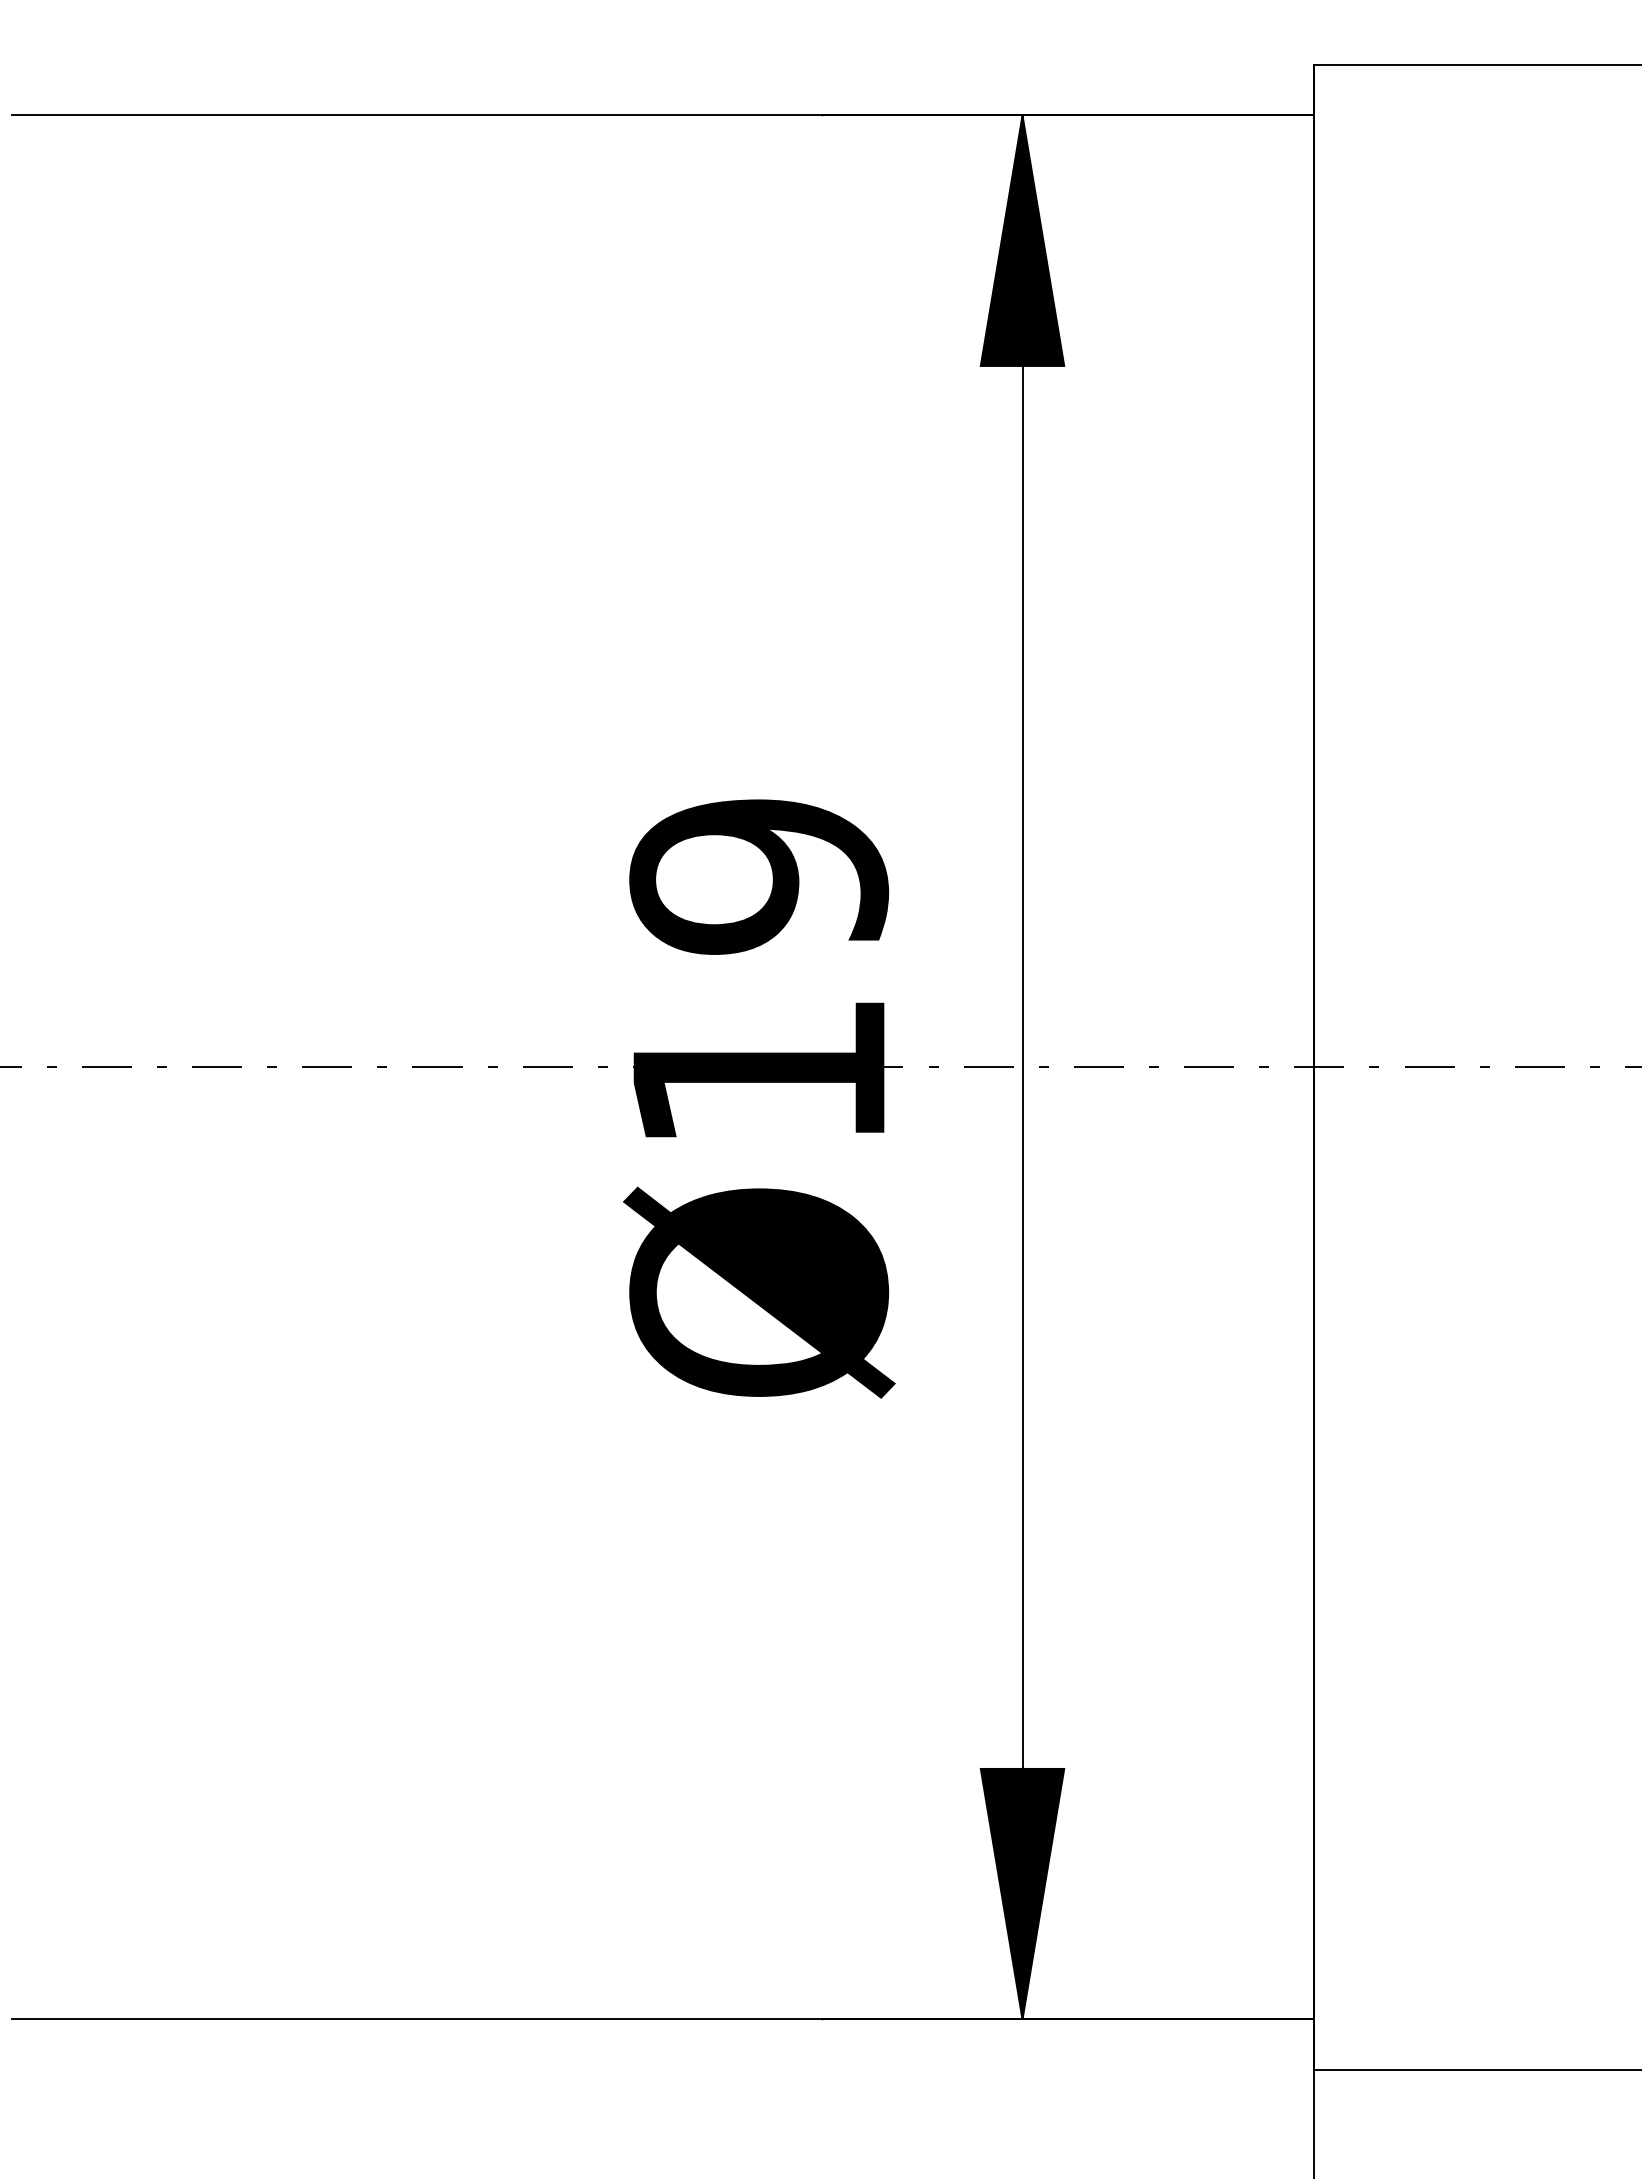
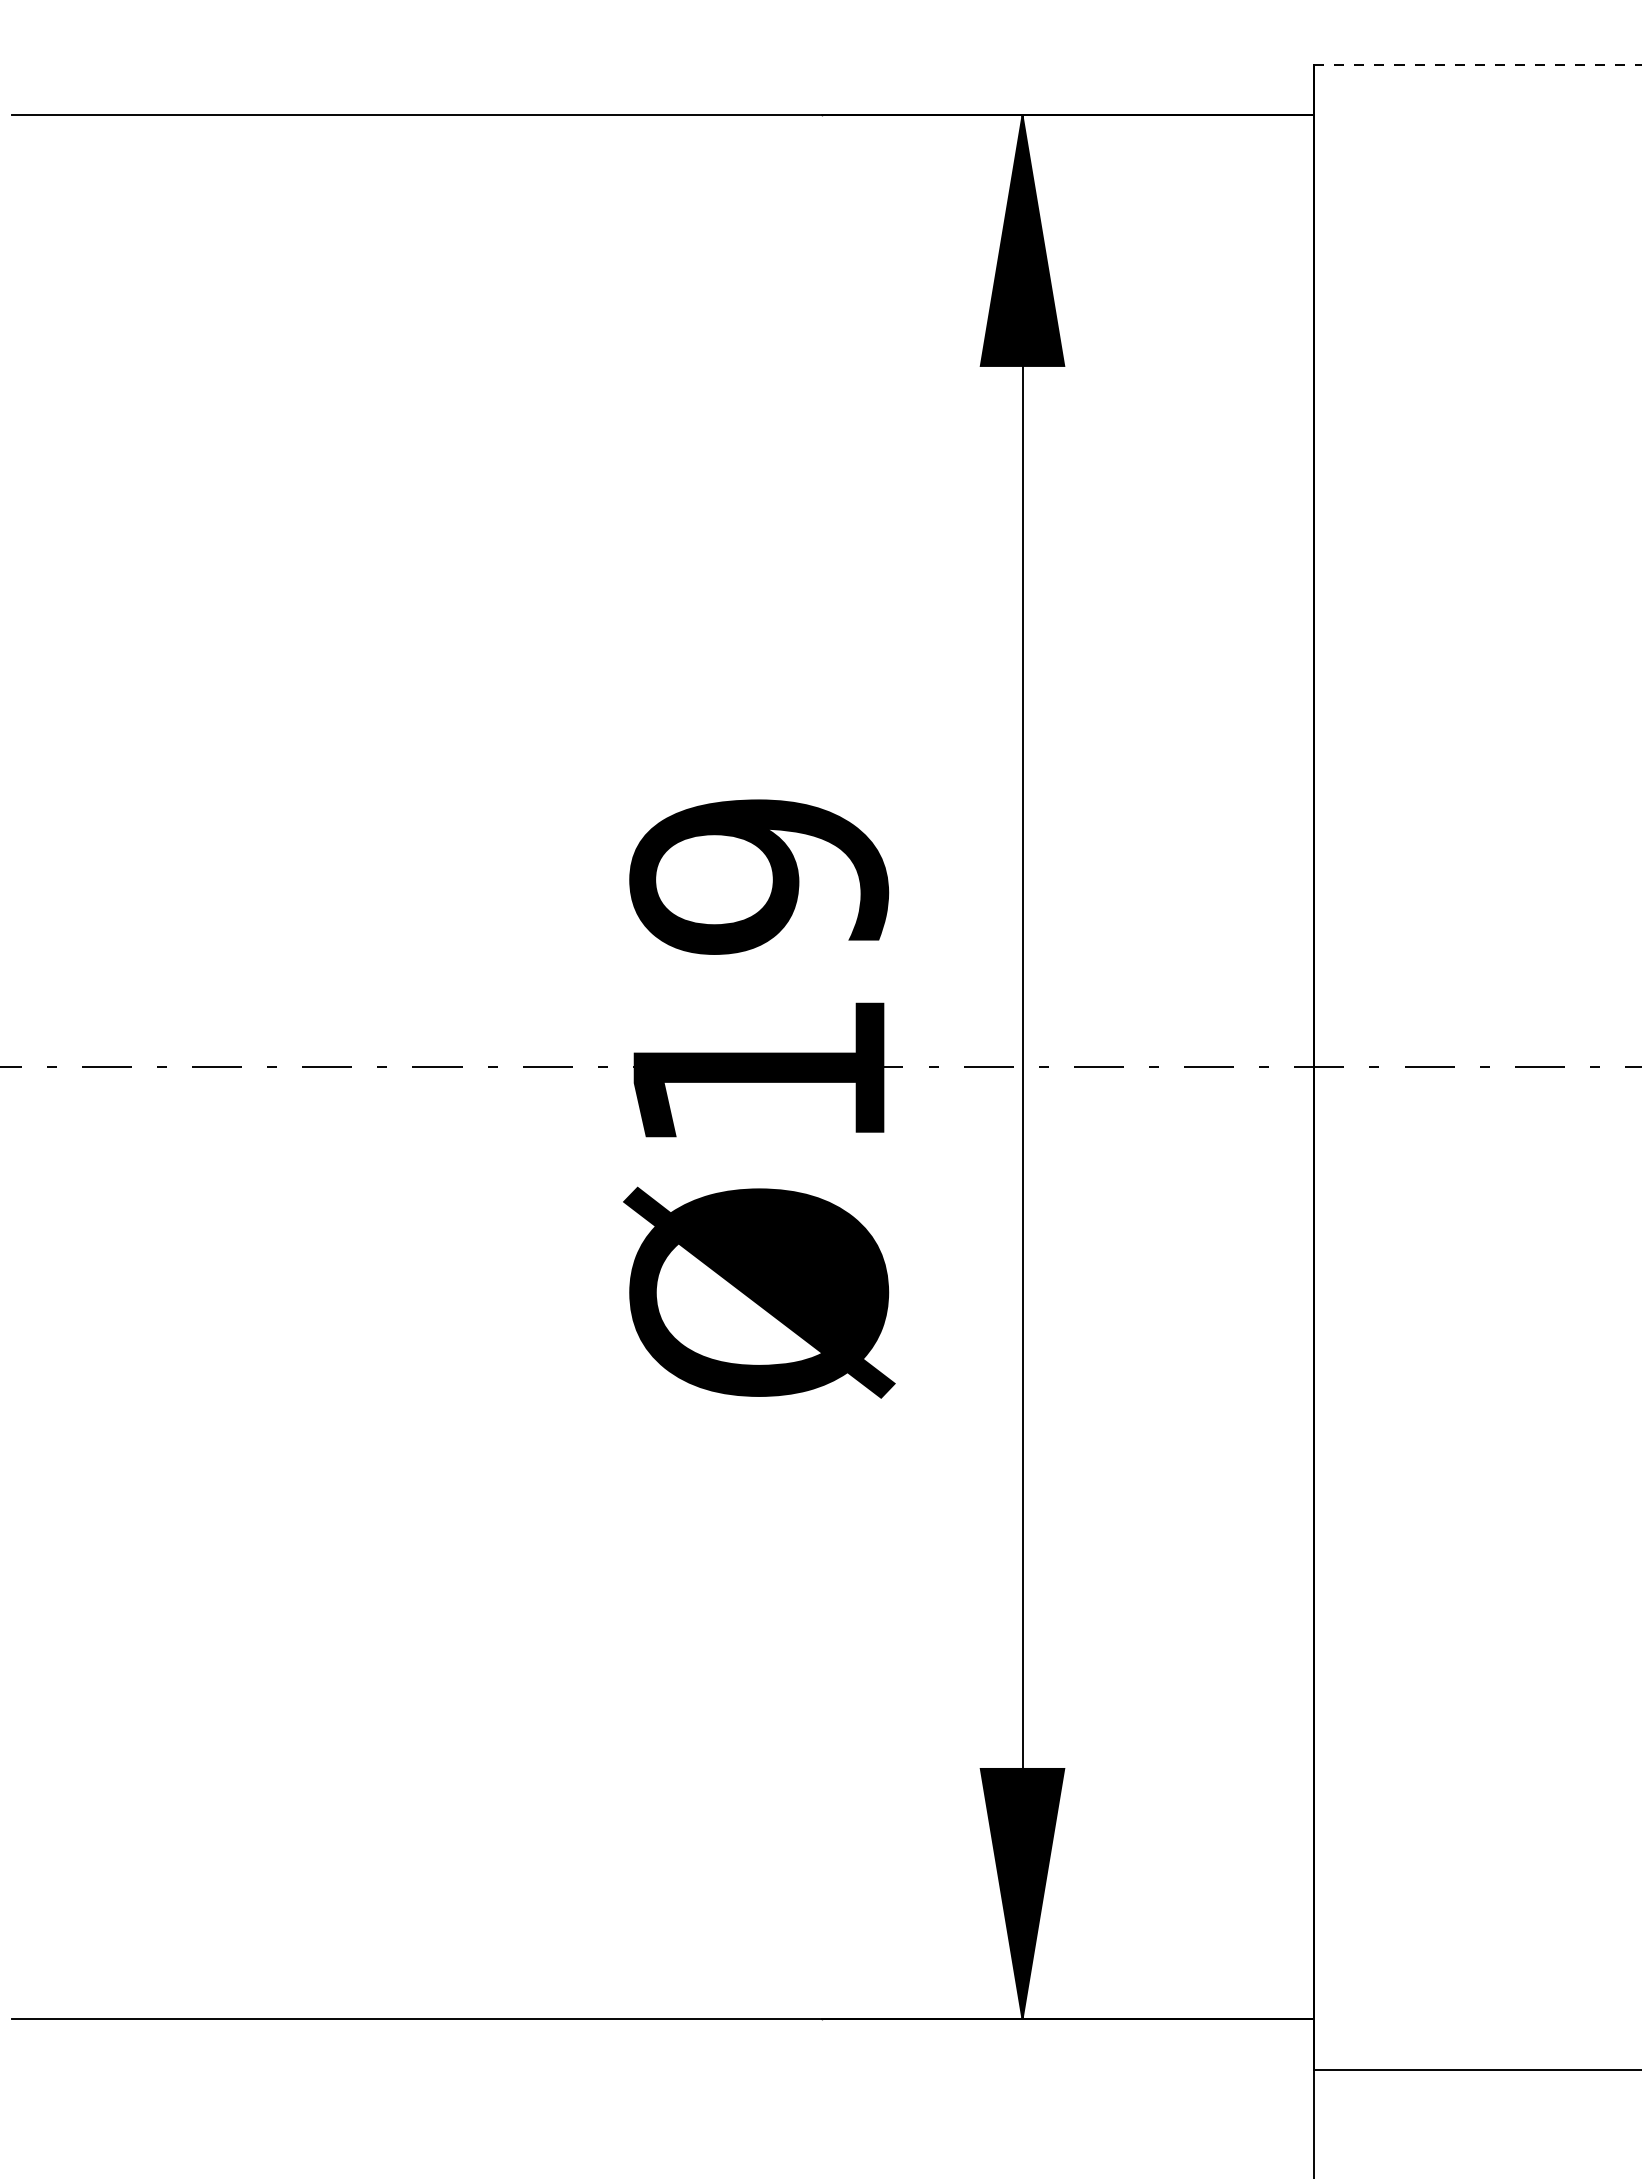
line at (1478, 65): solid -> dashed
